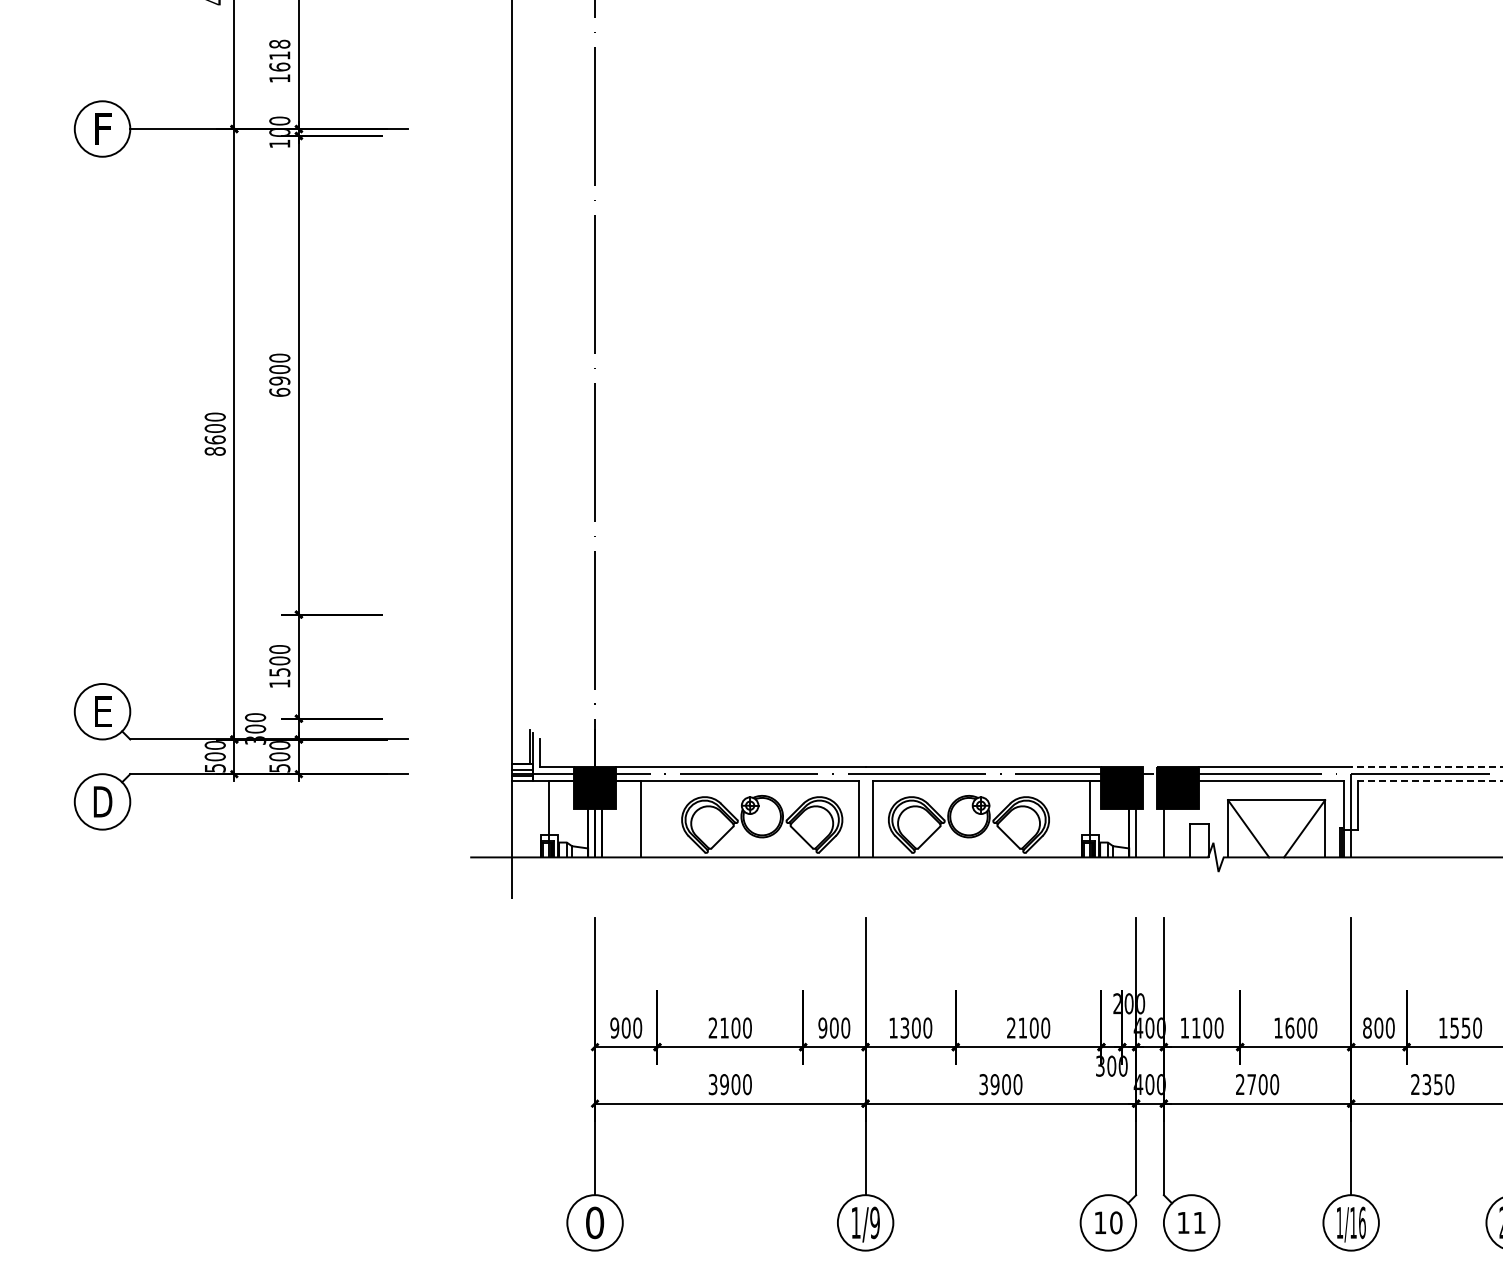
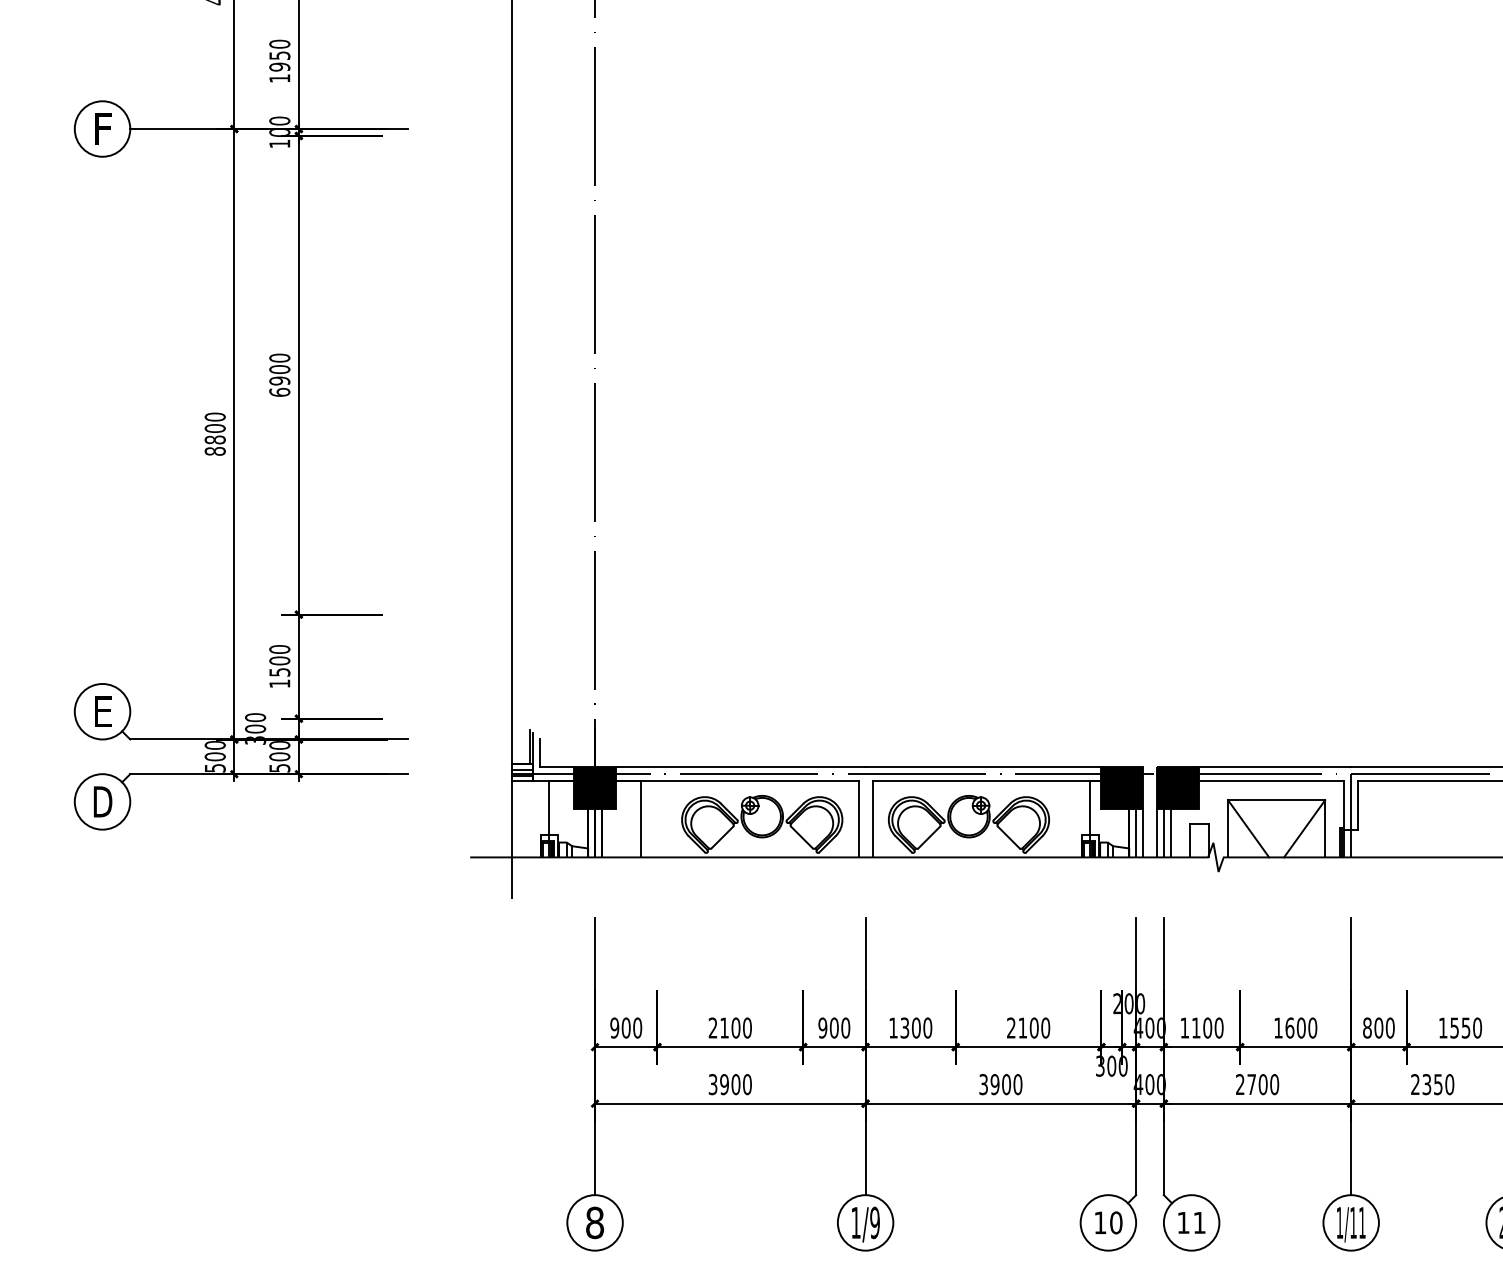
text at (279, 55): 1618 -> 1950
text at (214, 439): 8600 -> 8800
line at (1426, 767): dashed -> solid
line at (1429, 781): dashed -> solid
line at (1143, 832): none -> present
line at (1156, 832): none -> present
line at (1170, 832): none -> present
text at (595, 1222): 0 -> 8
text at (1362, 1222): 1/16 -> 1/11
